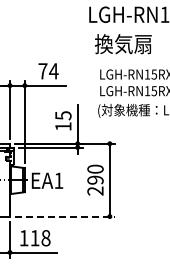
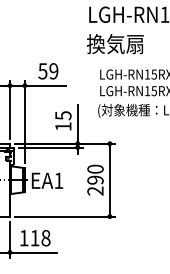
text at (123, 44) position: (123, 44) -> (115, 44)
text at (48, 71): 74 -> 59
line at (65, 216): dashed -> solid
